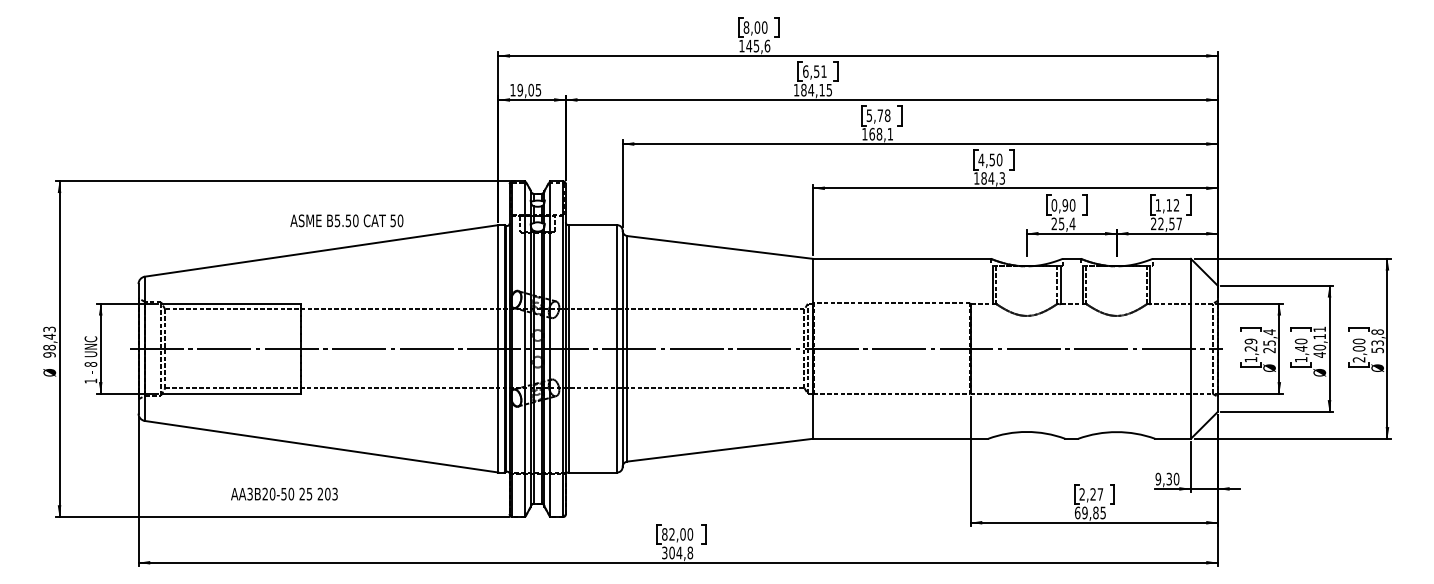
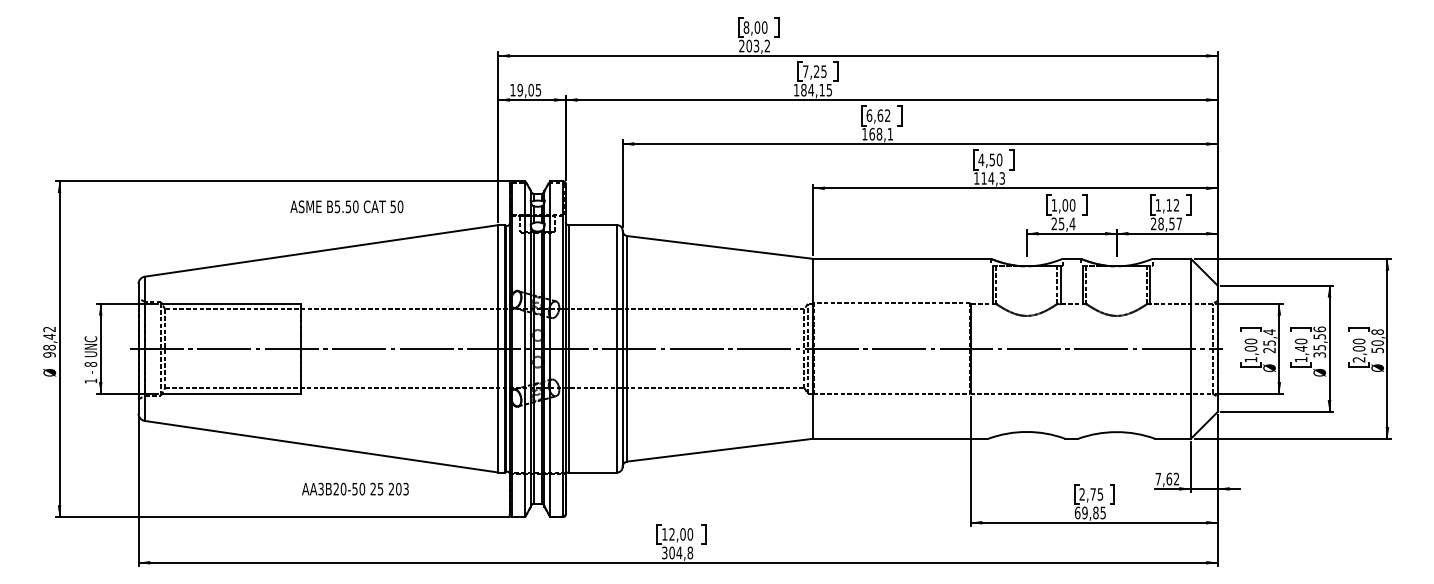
text at (754, 45): 145,6 -> 203,2
text at (814, 71): 6,51 -> 7,25
text at (878, 115): 5,78 -> 6,62
text at (983, 178): 184,3 -> 114,3
text at (1059, 205): 0,90 -> 1,00
text at (346, 220) position: (346, 220) -> (346, 206)
text at (1160, 223): 22,57 -> 28,57
text at (49, 329): 98,43 -> 98,42
text at (1319, 341): 40,11 -> 35,56
text at (1377, 342): 53,8 -> 50,8
text at (1250, 344): 1,29 -> 1,00
text at (1167, 478): 9,30 -> 7,62
text at (284, 493) position: (284, 493) -> (355, 488)
text at (1096, 494): 2,27 -> 2,75
text at (664, 534): 82,00 -> 12,00
